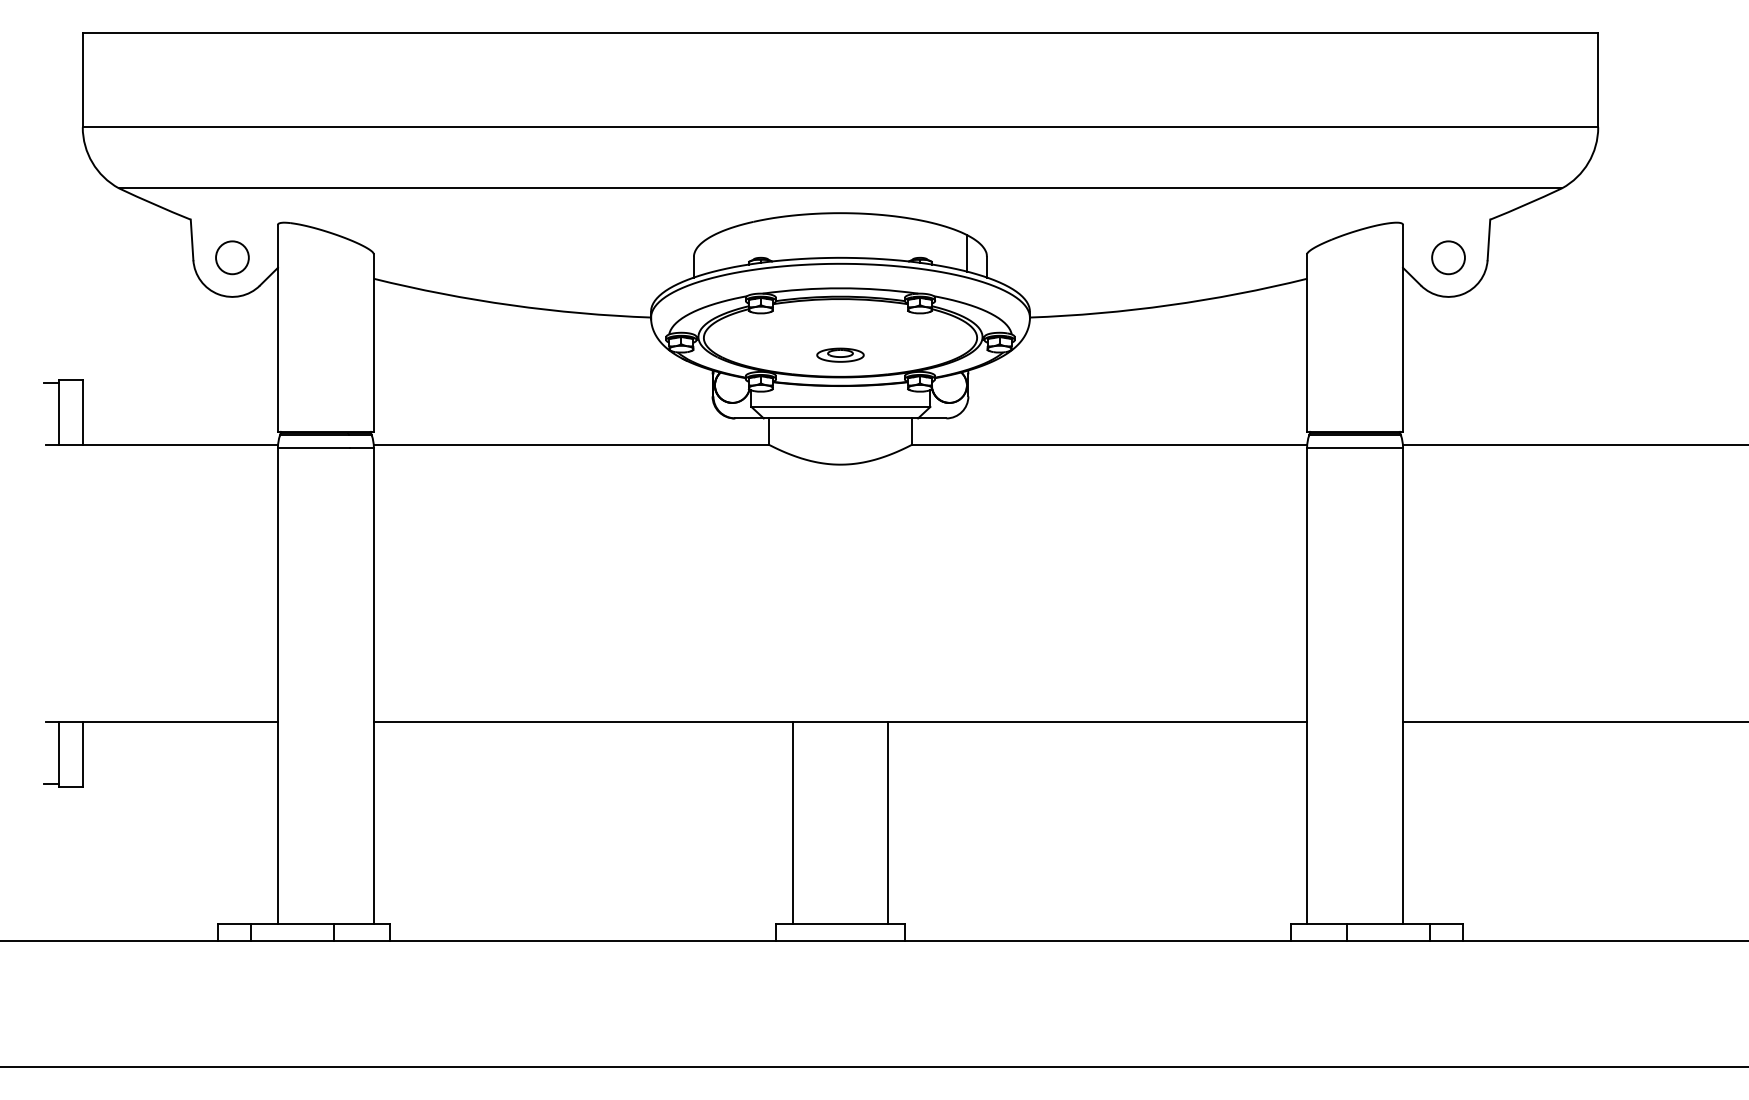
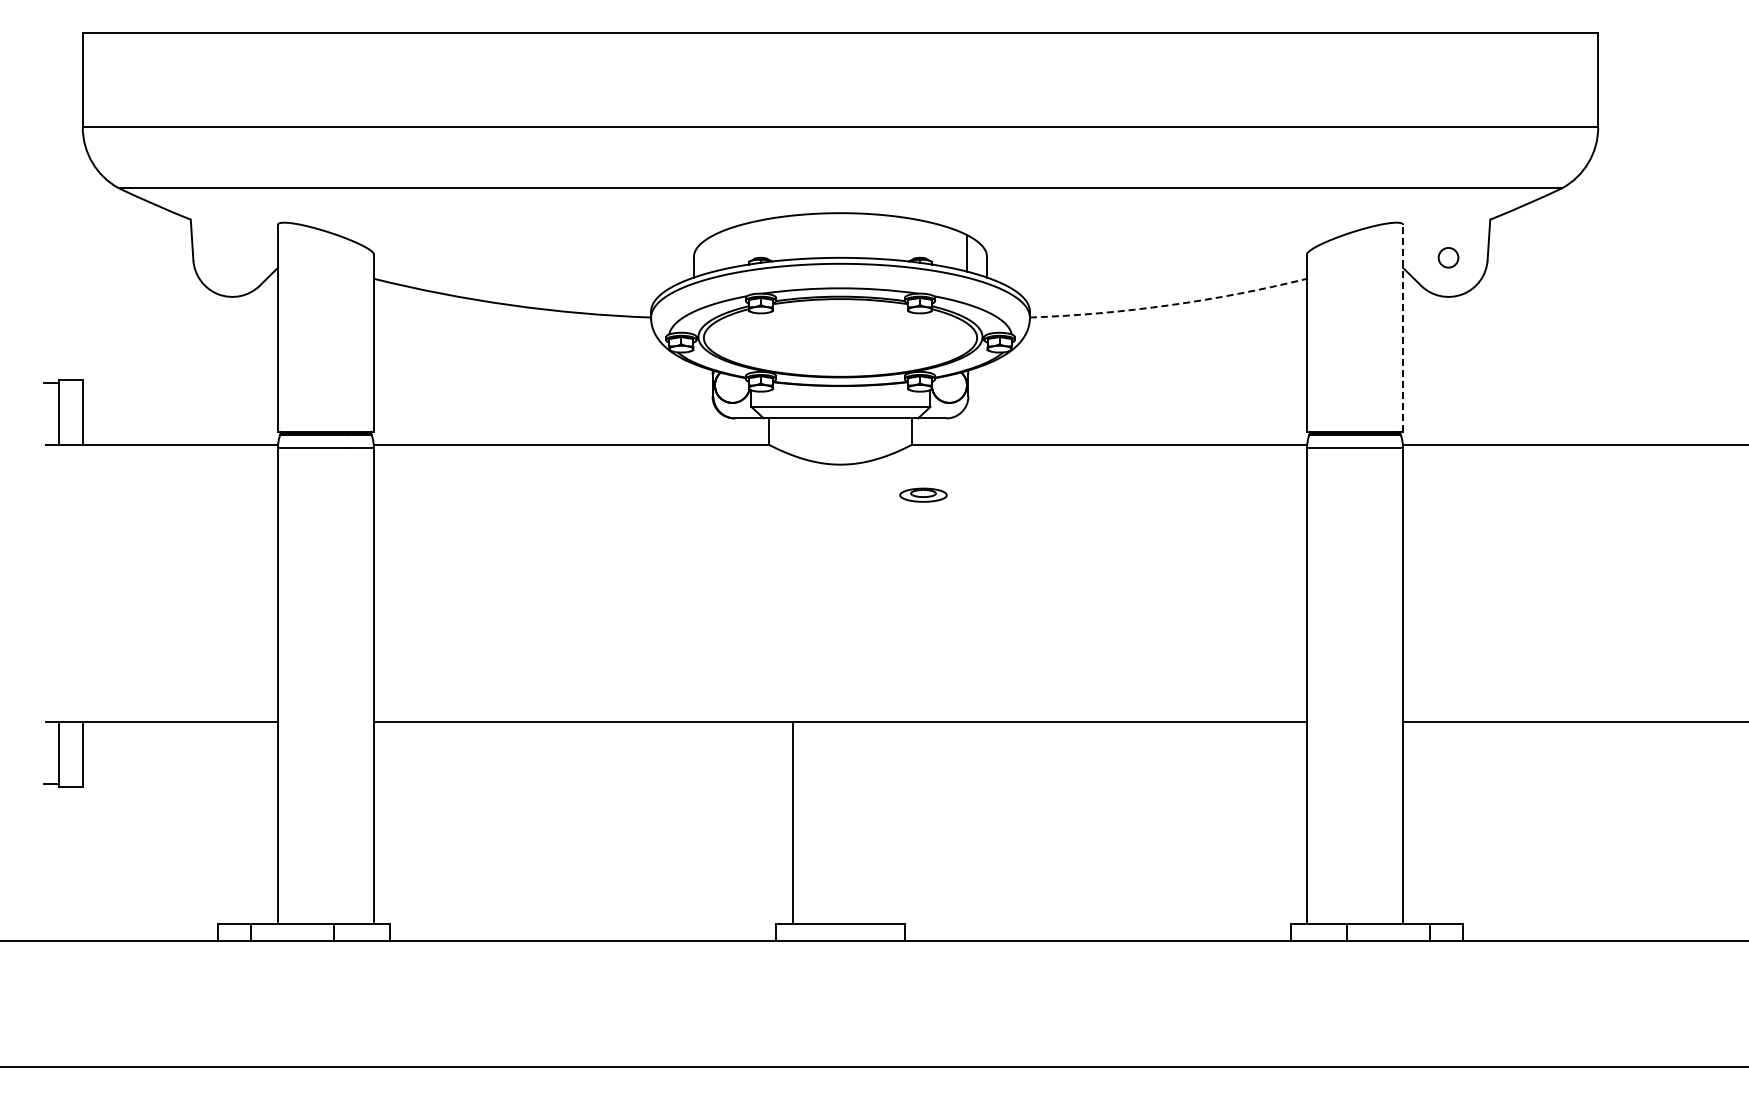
circle at (232, 257): present -> none
circle at (1448, 257) diameter: 33 px -> 20 px
arc at (1169, 305): solid -> dashed
line at (1403, 327): solid -> dashed
part at (840, 354) position: (840, 354) -> (923, 494)
line at (888, 823): present -> none
